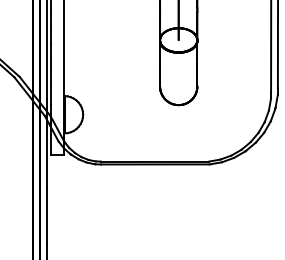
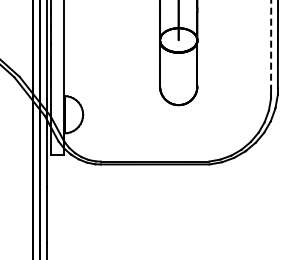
line at (271, 46): solid -> dashed
